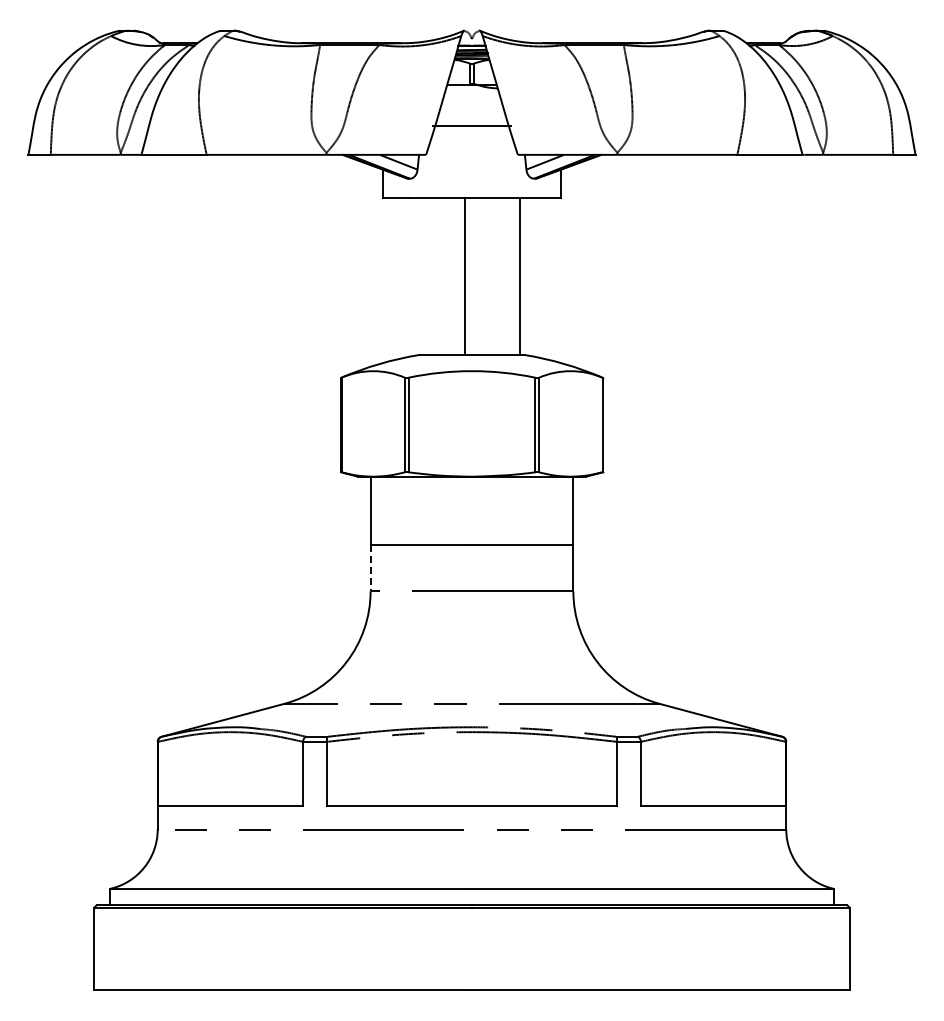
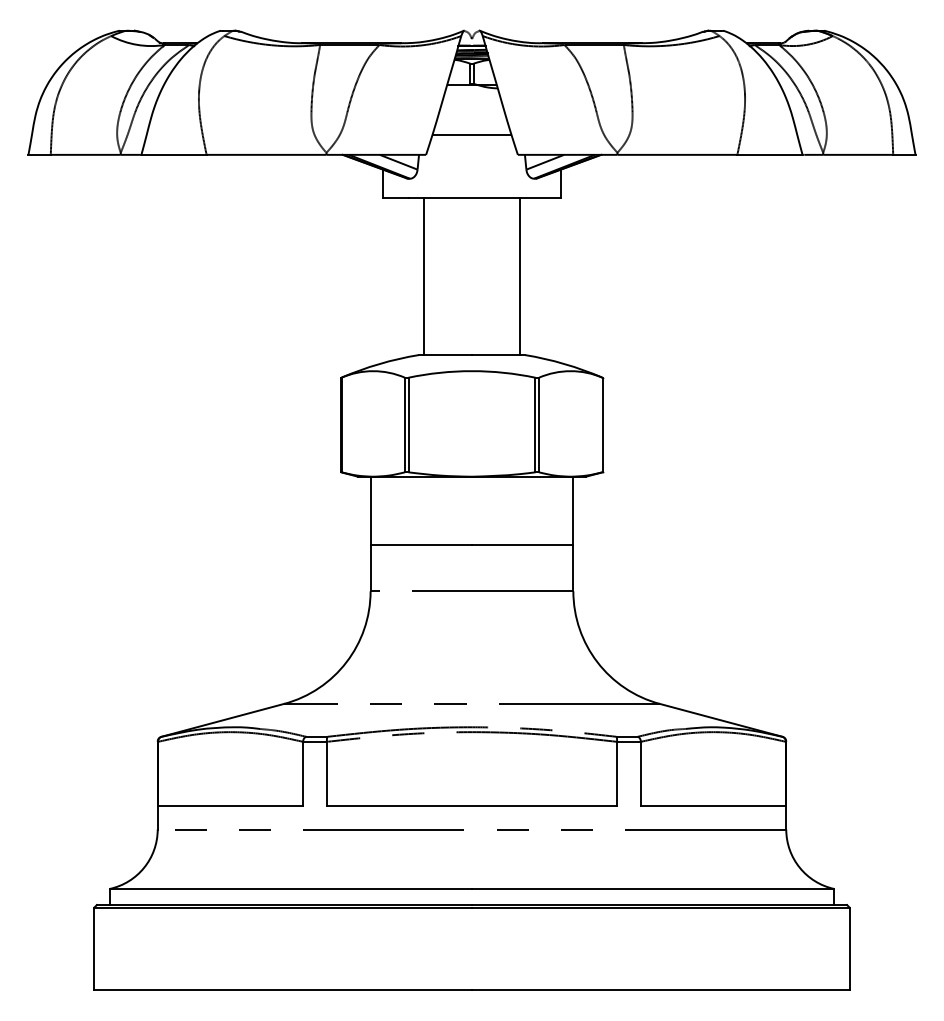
line at (471, 125) position: (471, 125) -> (471, 134)
line at (464, 276) position: (464, 276) -> (423, 276)
line at (370, 568): dashed -> solid
